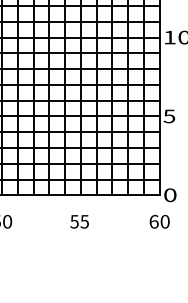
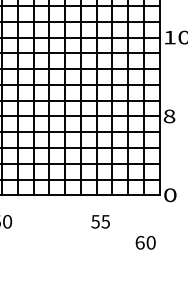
text at (169, 116): 5 -> 8
text at (79, 221) position: (79, 221) -> (100, 221)
text at (159, 221) position: (159, 221) -> (145, 242)
